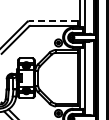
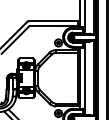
line at (53, 21): dashed -> solid
